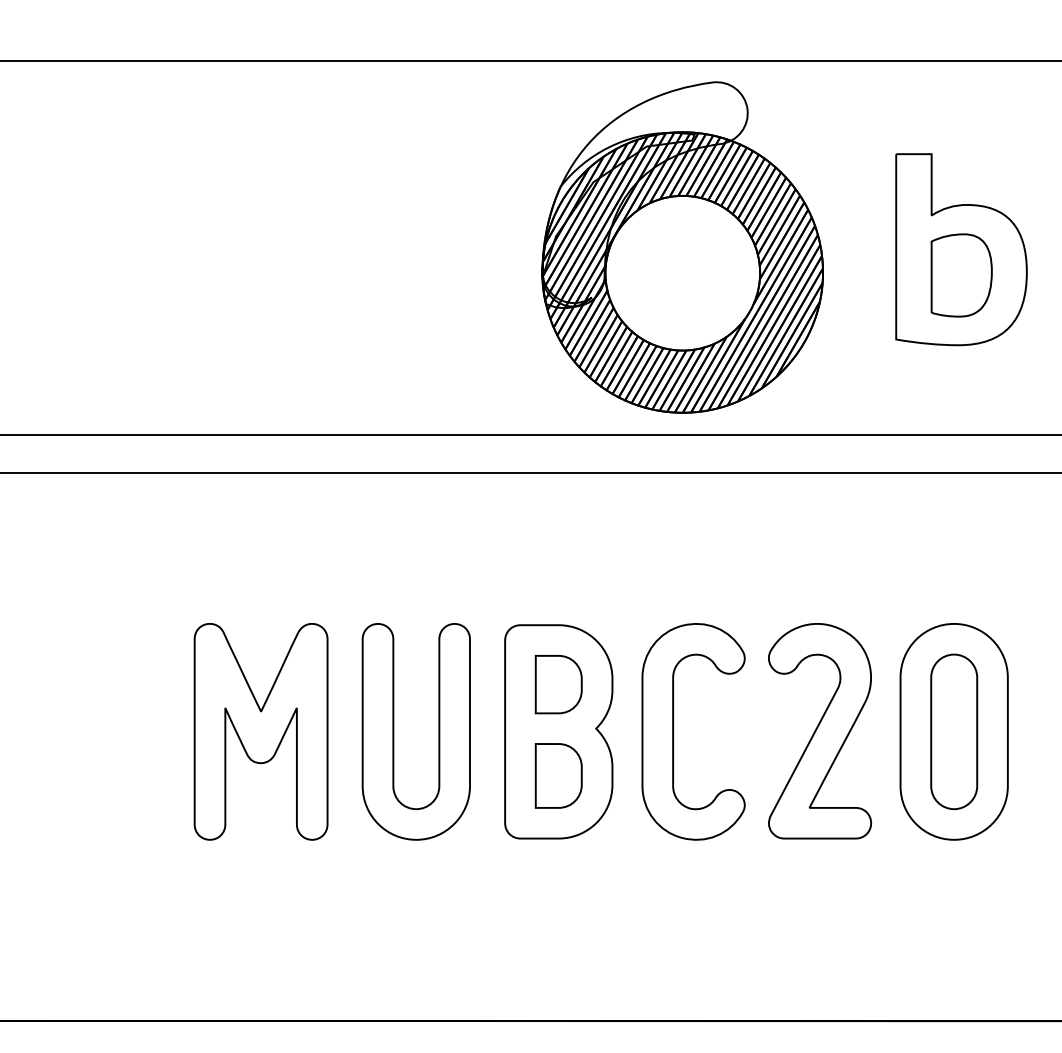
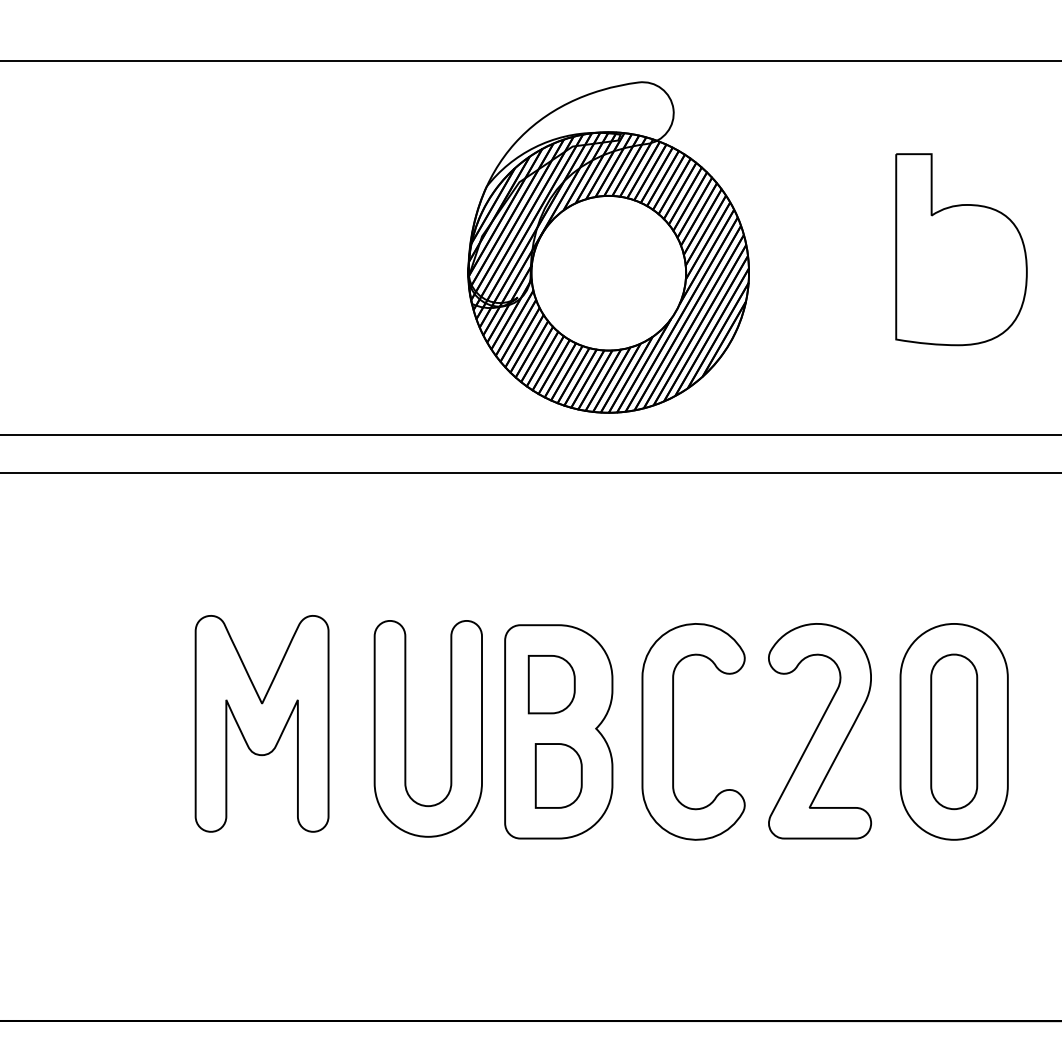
part at (682, 247) position: (682, 247) -> (608, 247)
part at (961, 275): present -> none
part at (558, 684) position: (558, 684) -> (551, 684)
part at (260, 731) position: (260, 731) -> (261, 723)
part at (394, 731) position: (394, 731) -> (406, 728)
